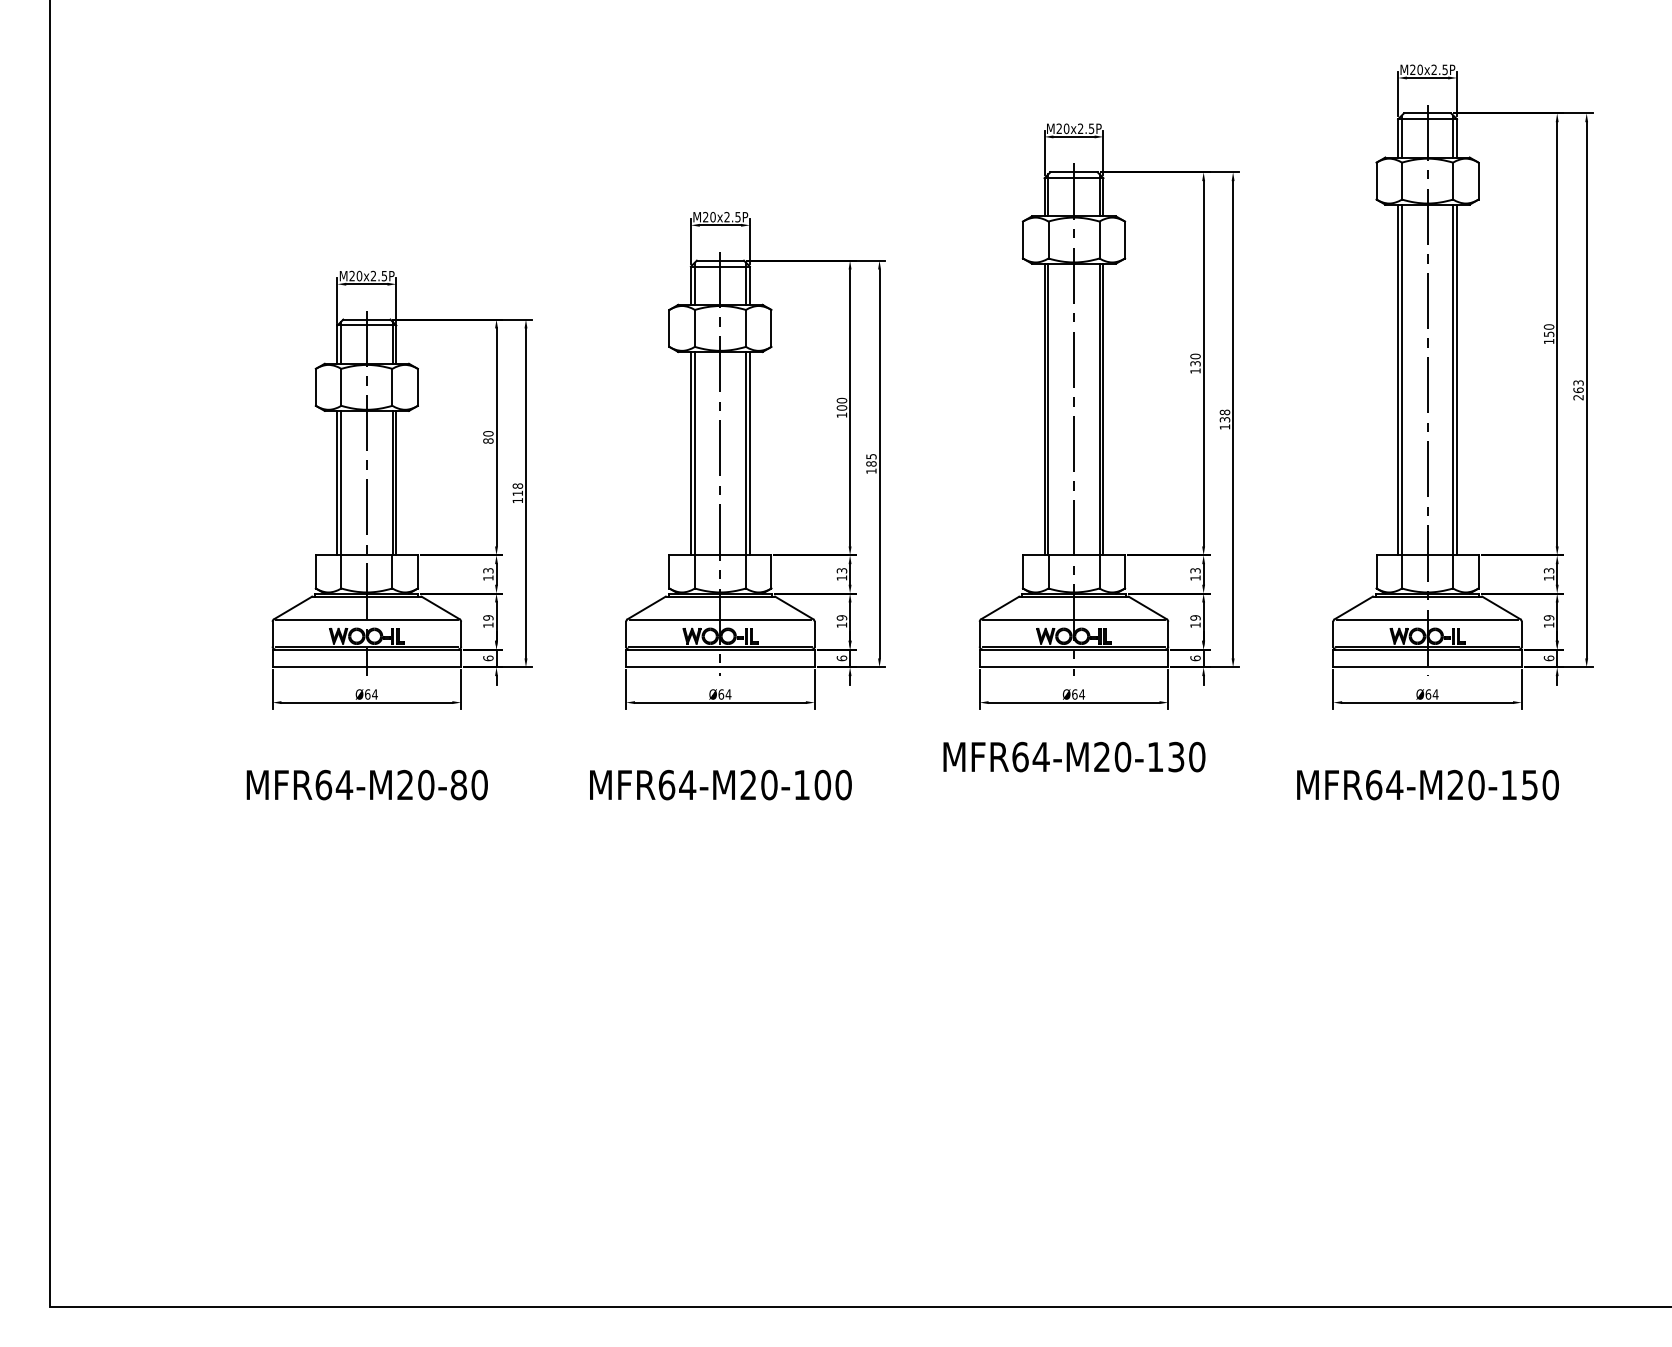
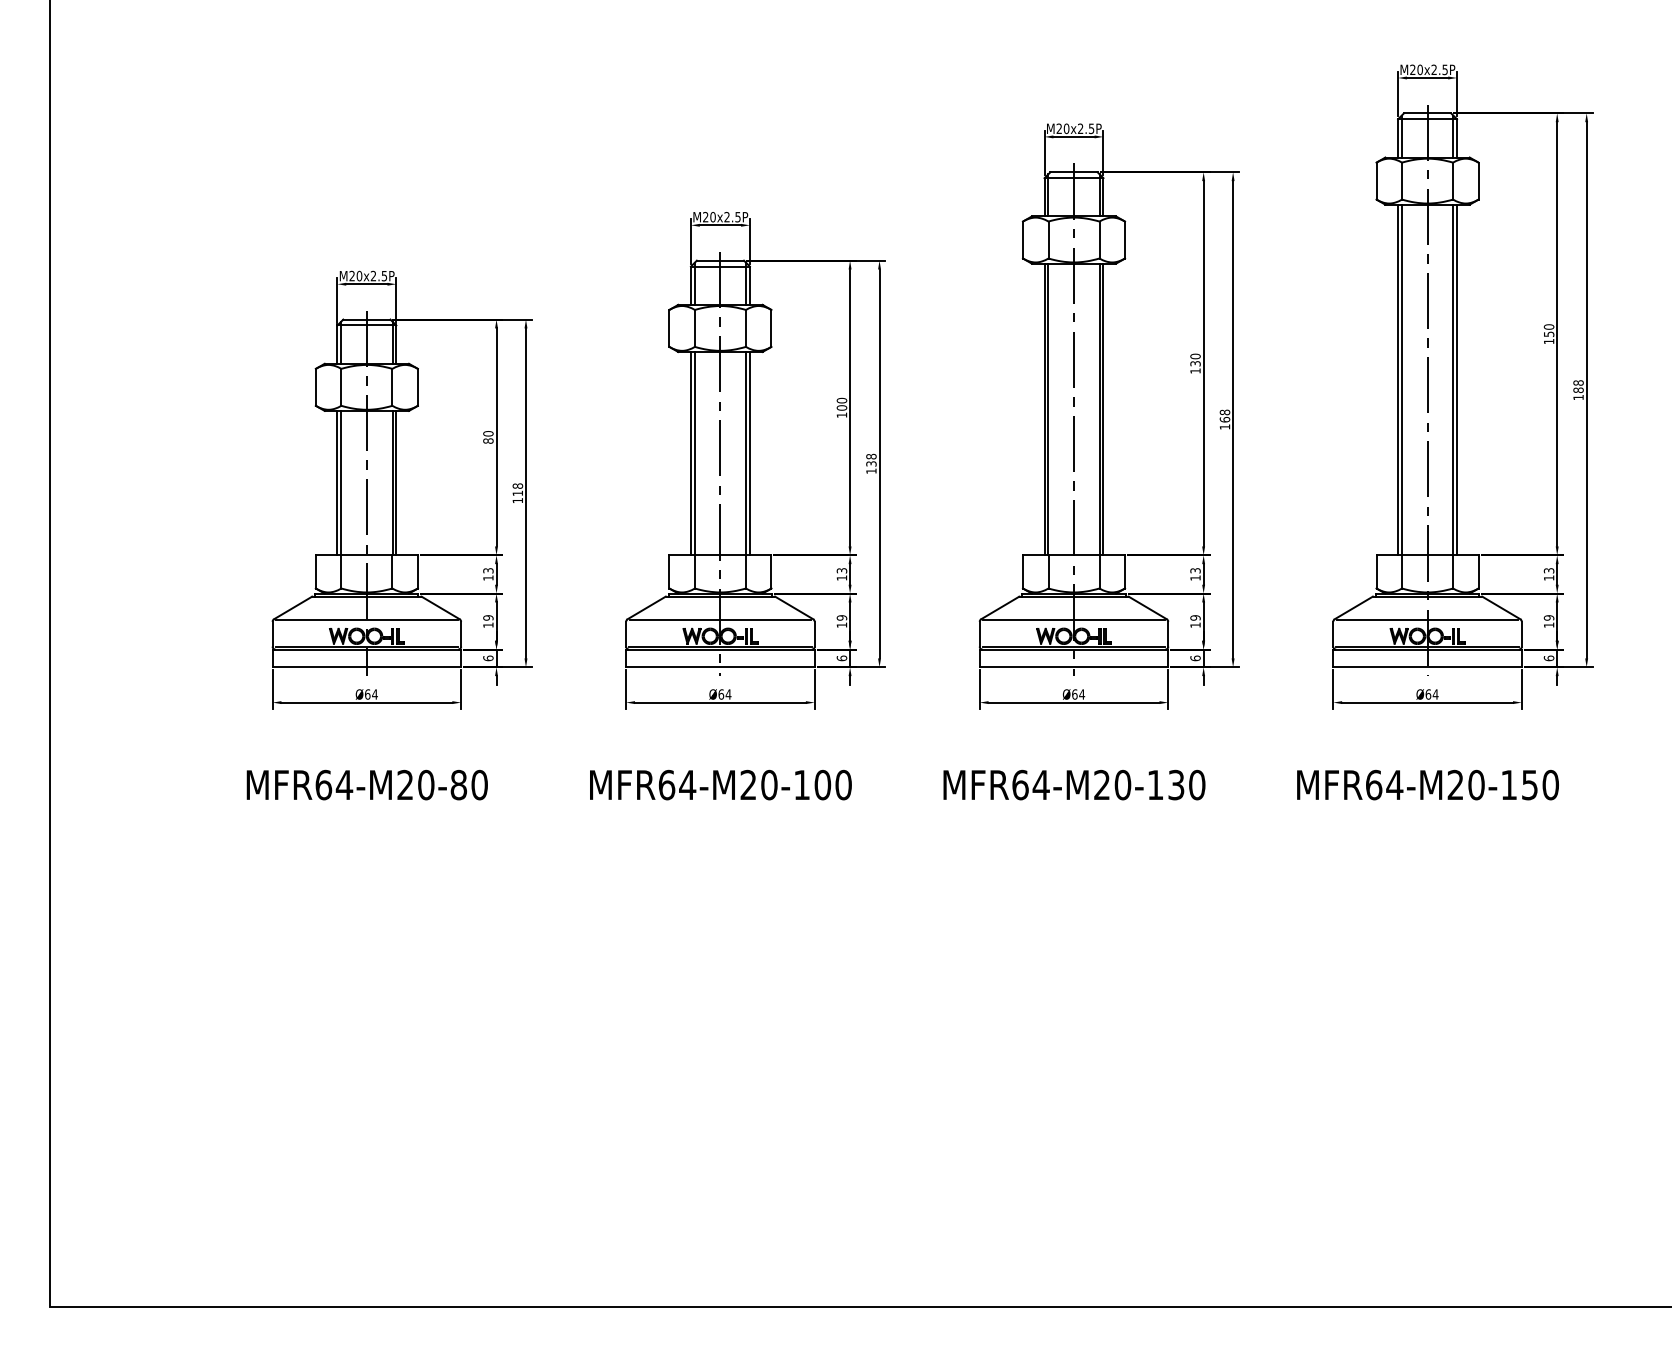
text at (1578, 390): 263 -> 188
text at (1224, 419): 138 -> 168
text at (871, 459): 185 -> 138
text at (1074, 756) position: (1074, 756) -> (1074, 784)
